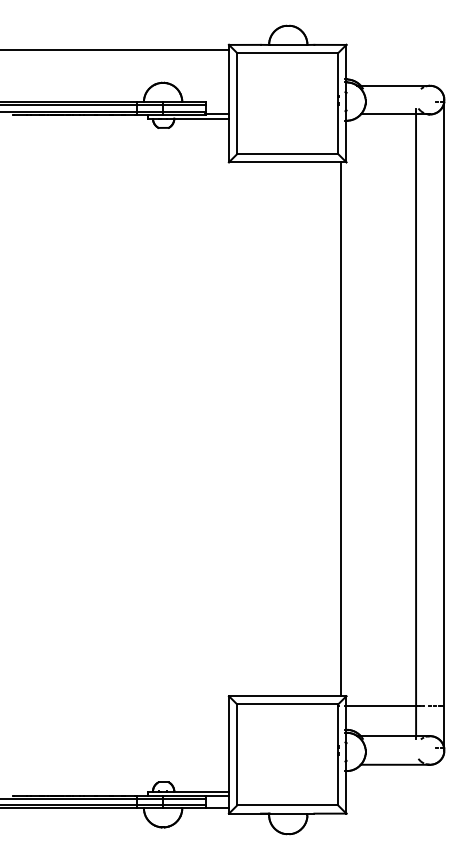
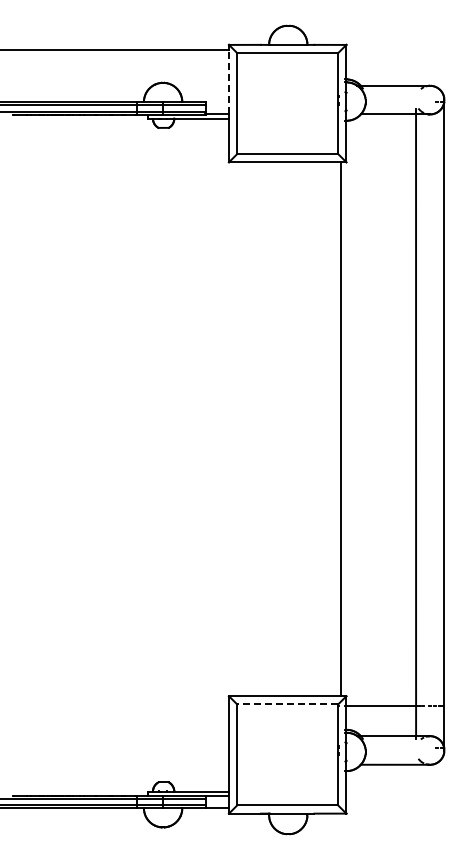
line at (229, 81): solid -> dashed
line at (287, 704): solid -> dashed
